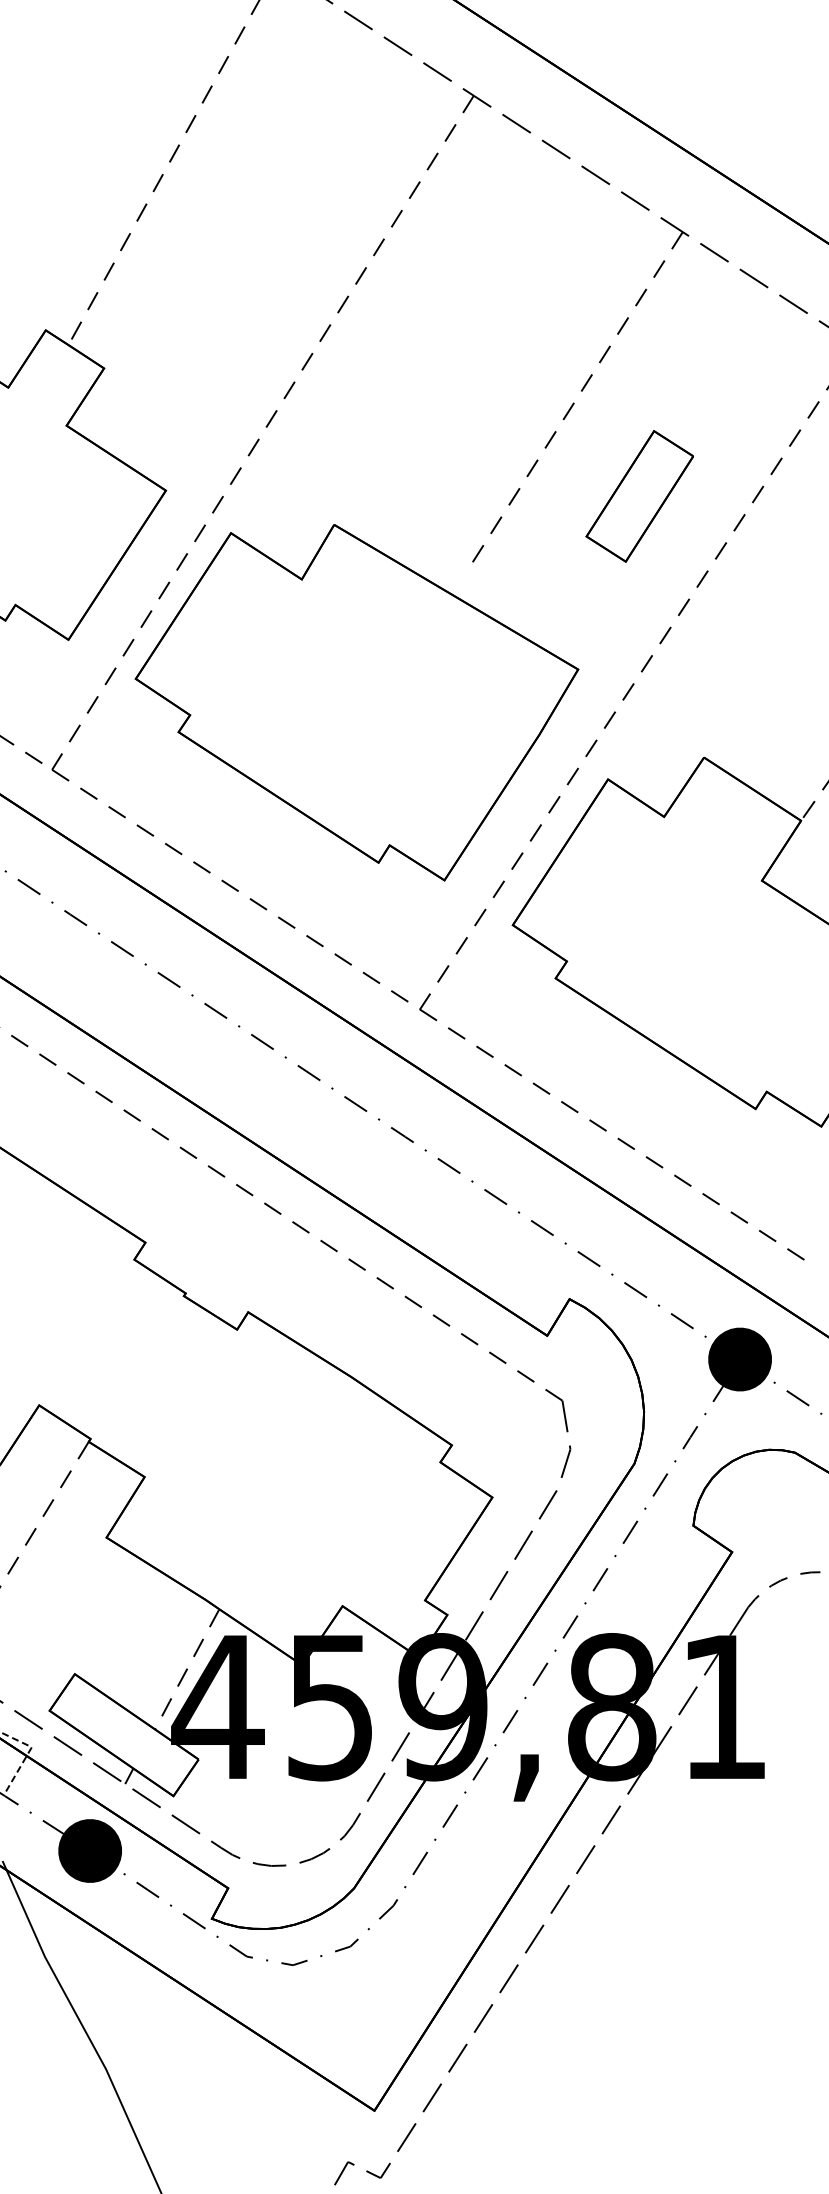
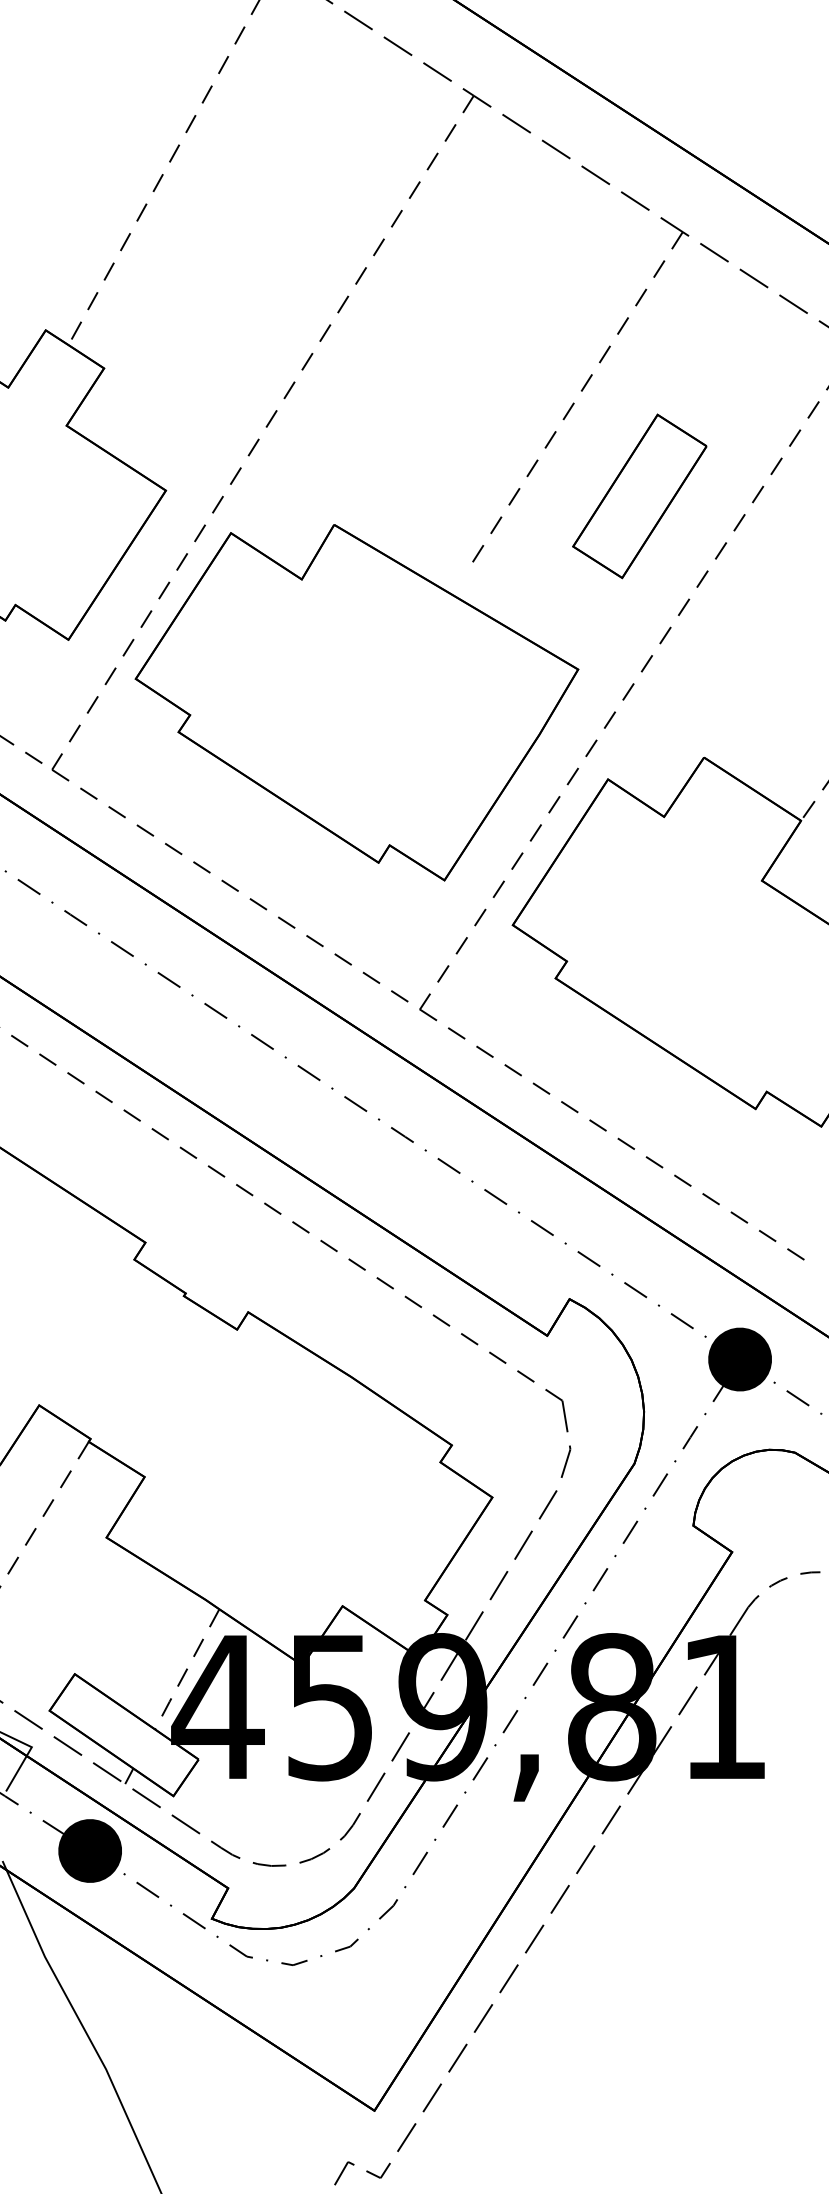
part at (639, 496) size: 109x133 px -> 136x167 px
line at (27, 1754): dashed -> solid
